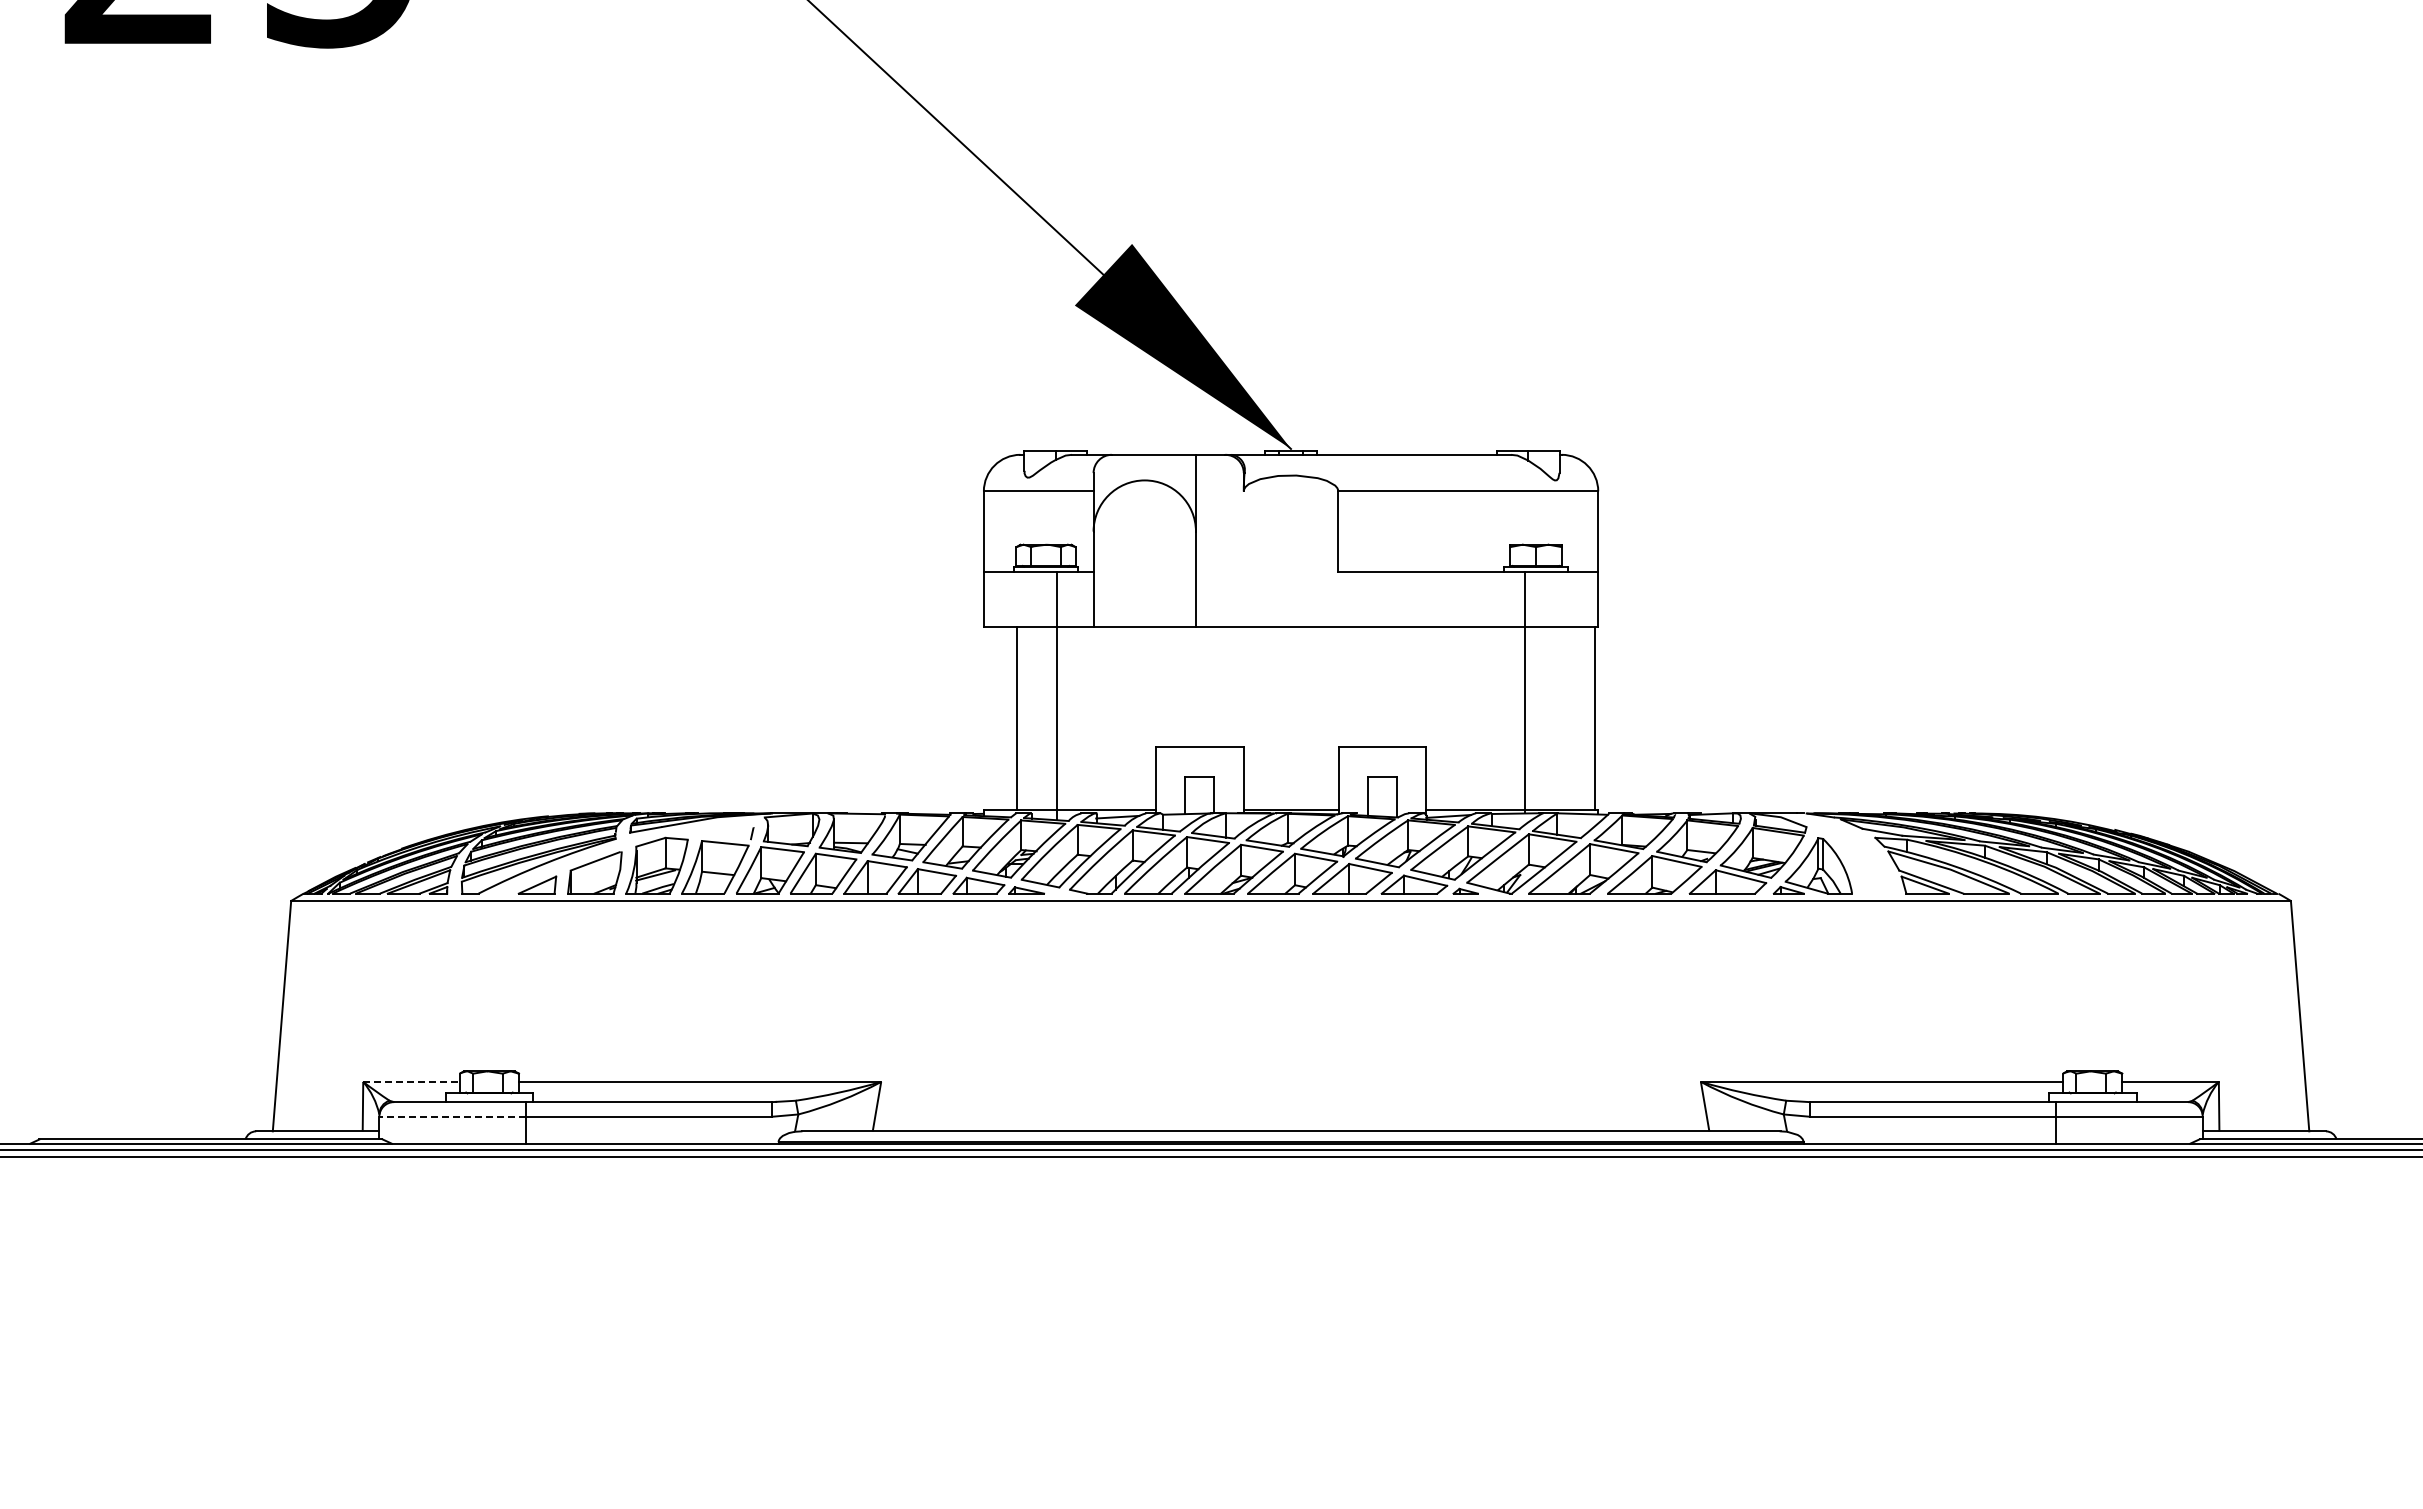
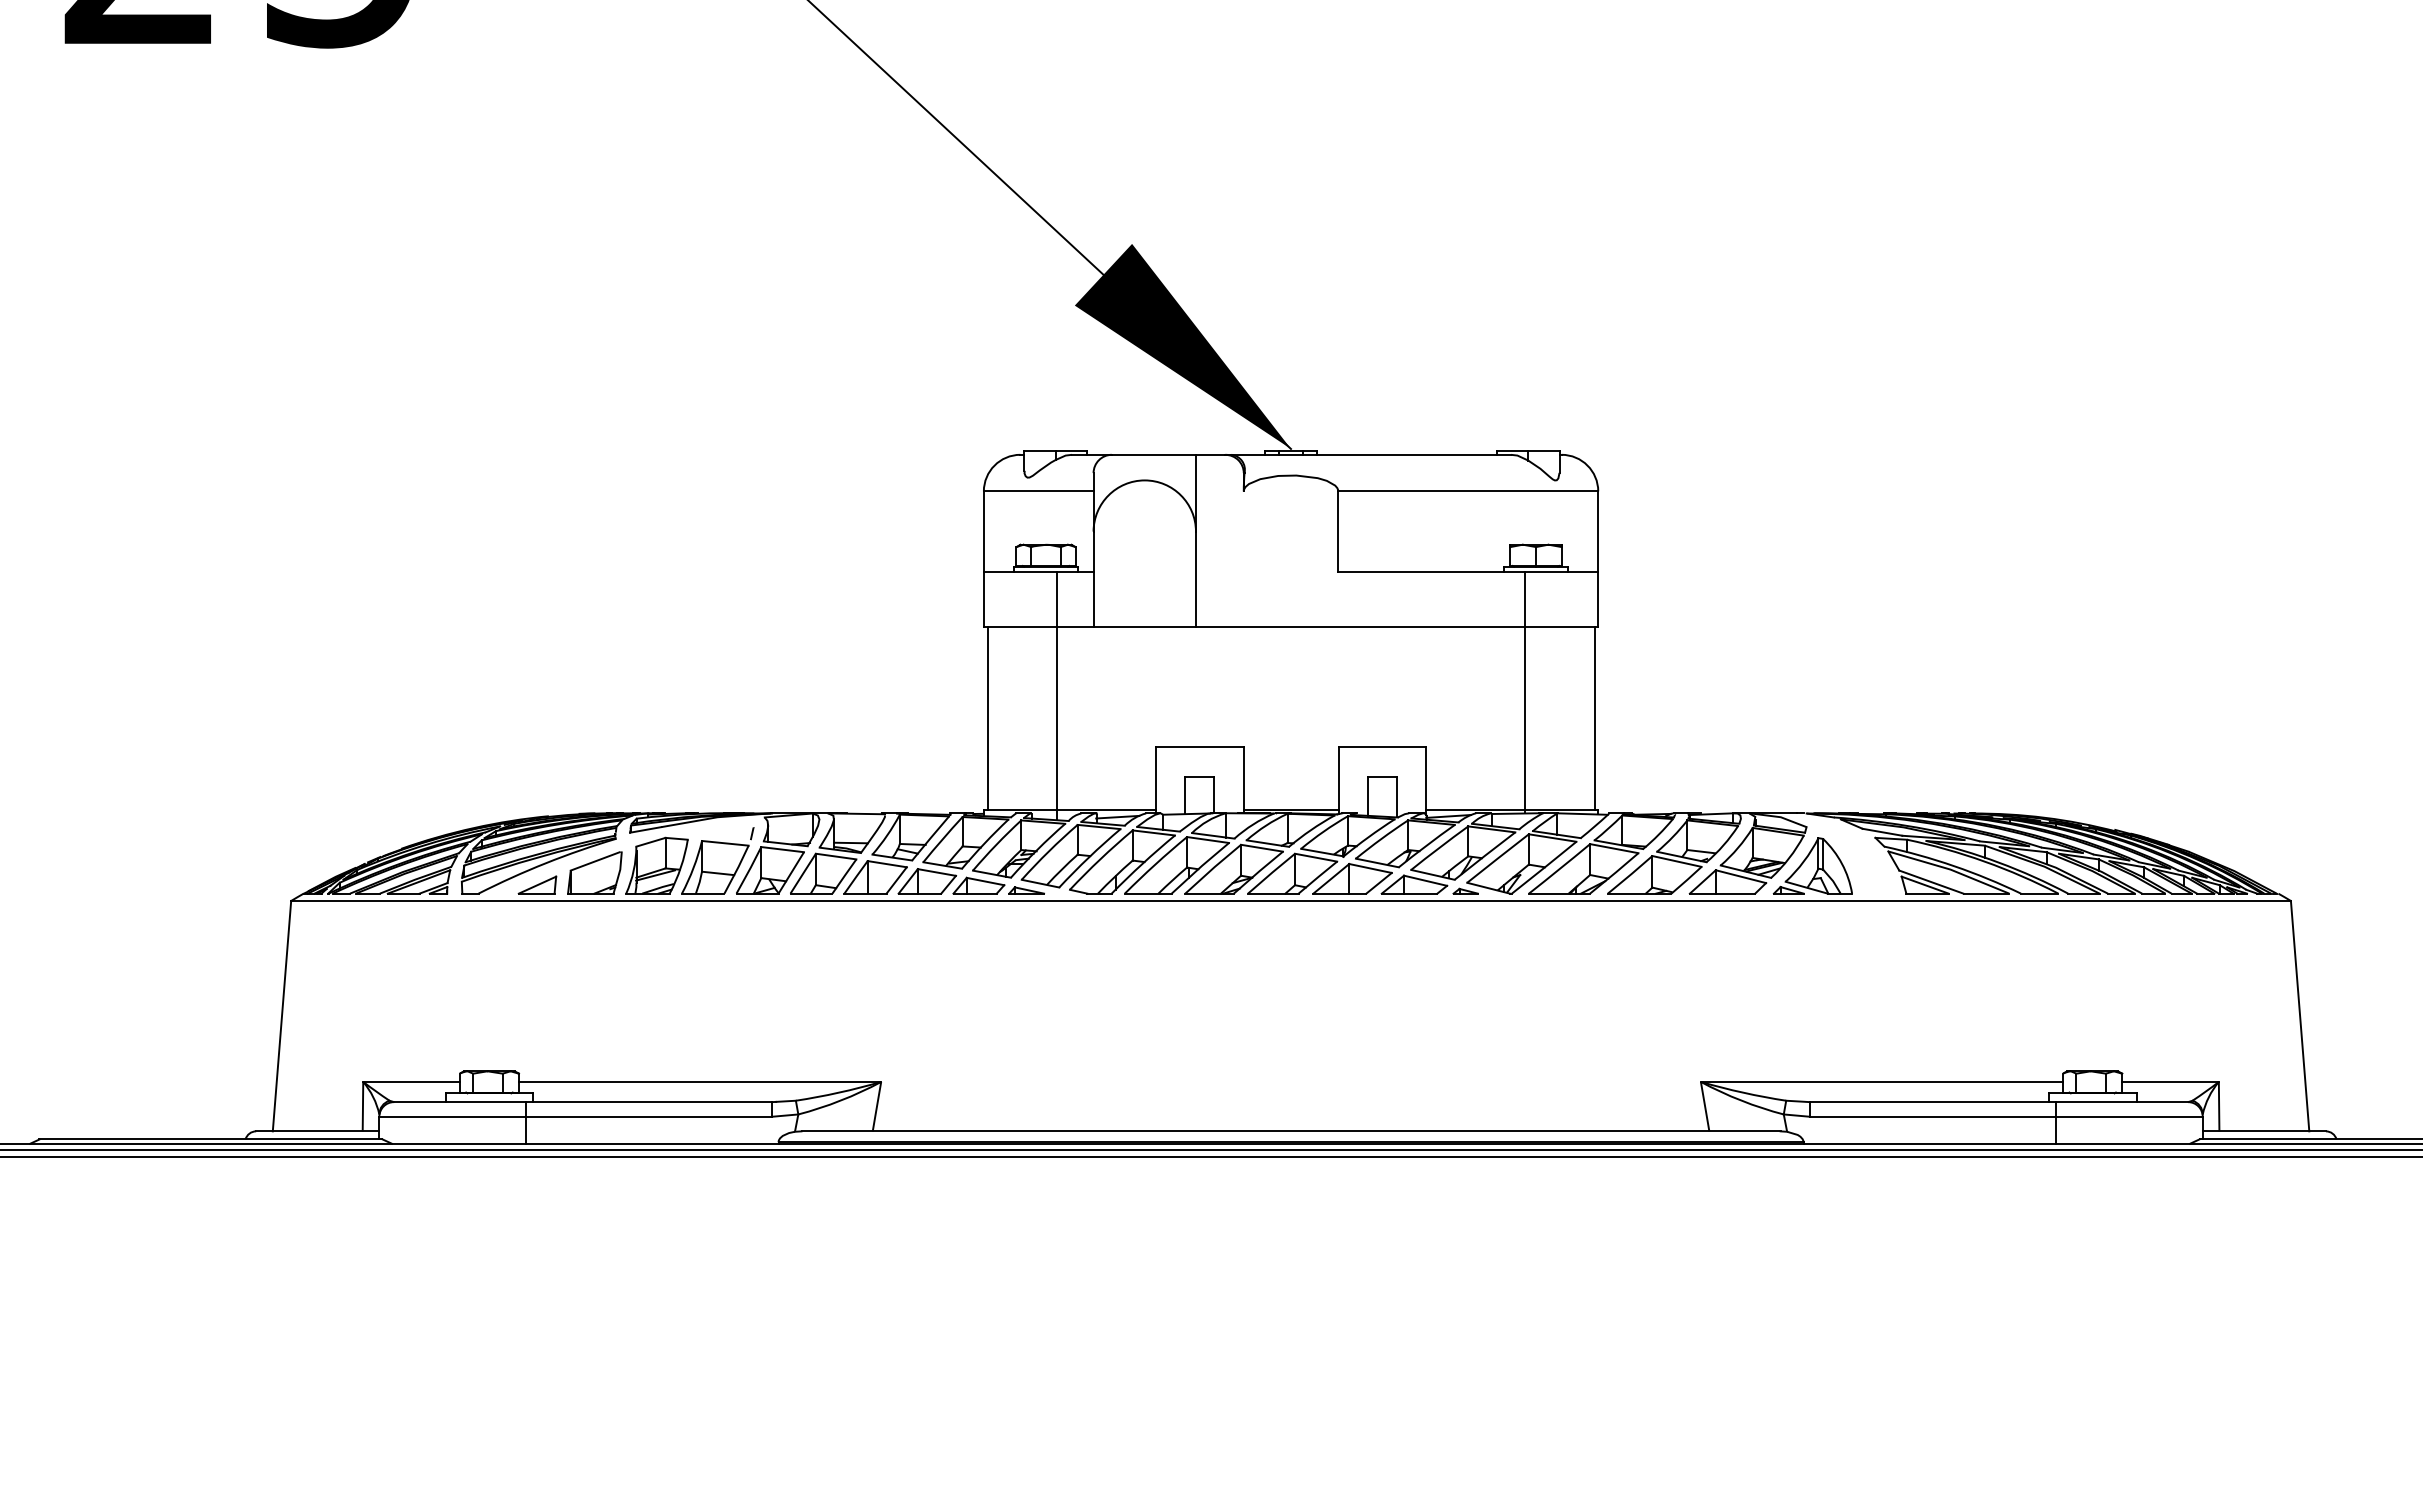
line at (1016, 717) position: (1016, 717) -> (987, 717)
line at (412, 1081): dashed -> solid
line at (452, 1116): dashed -> solid
